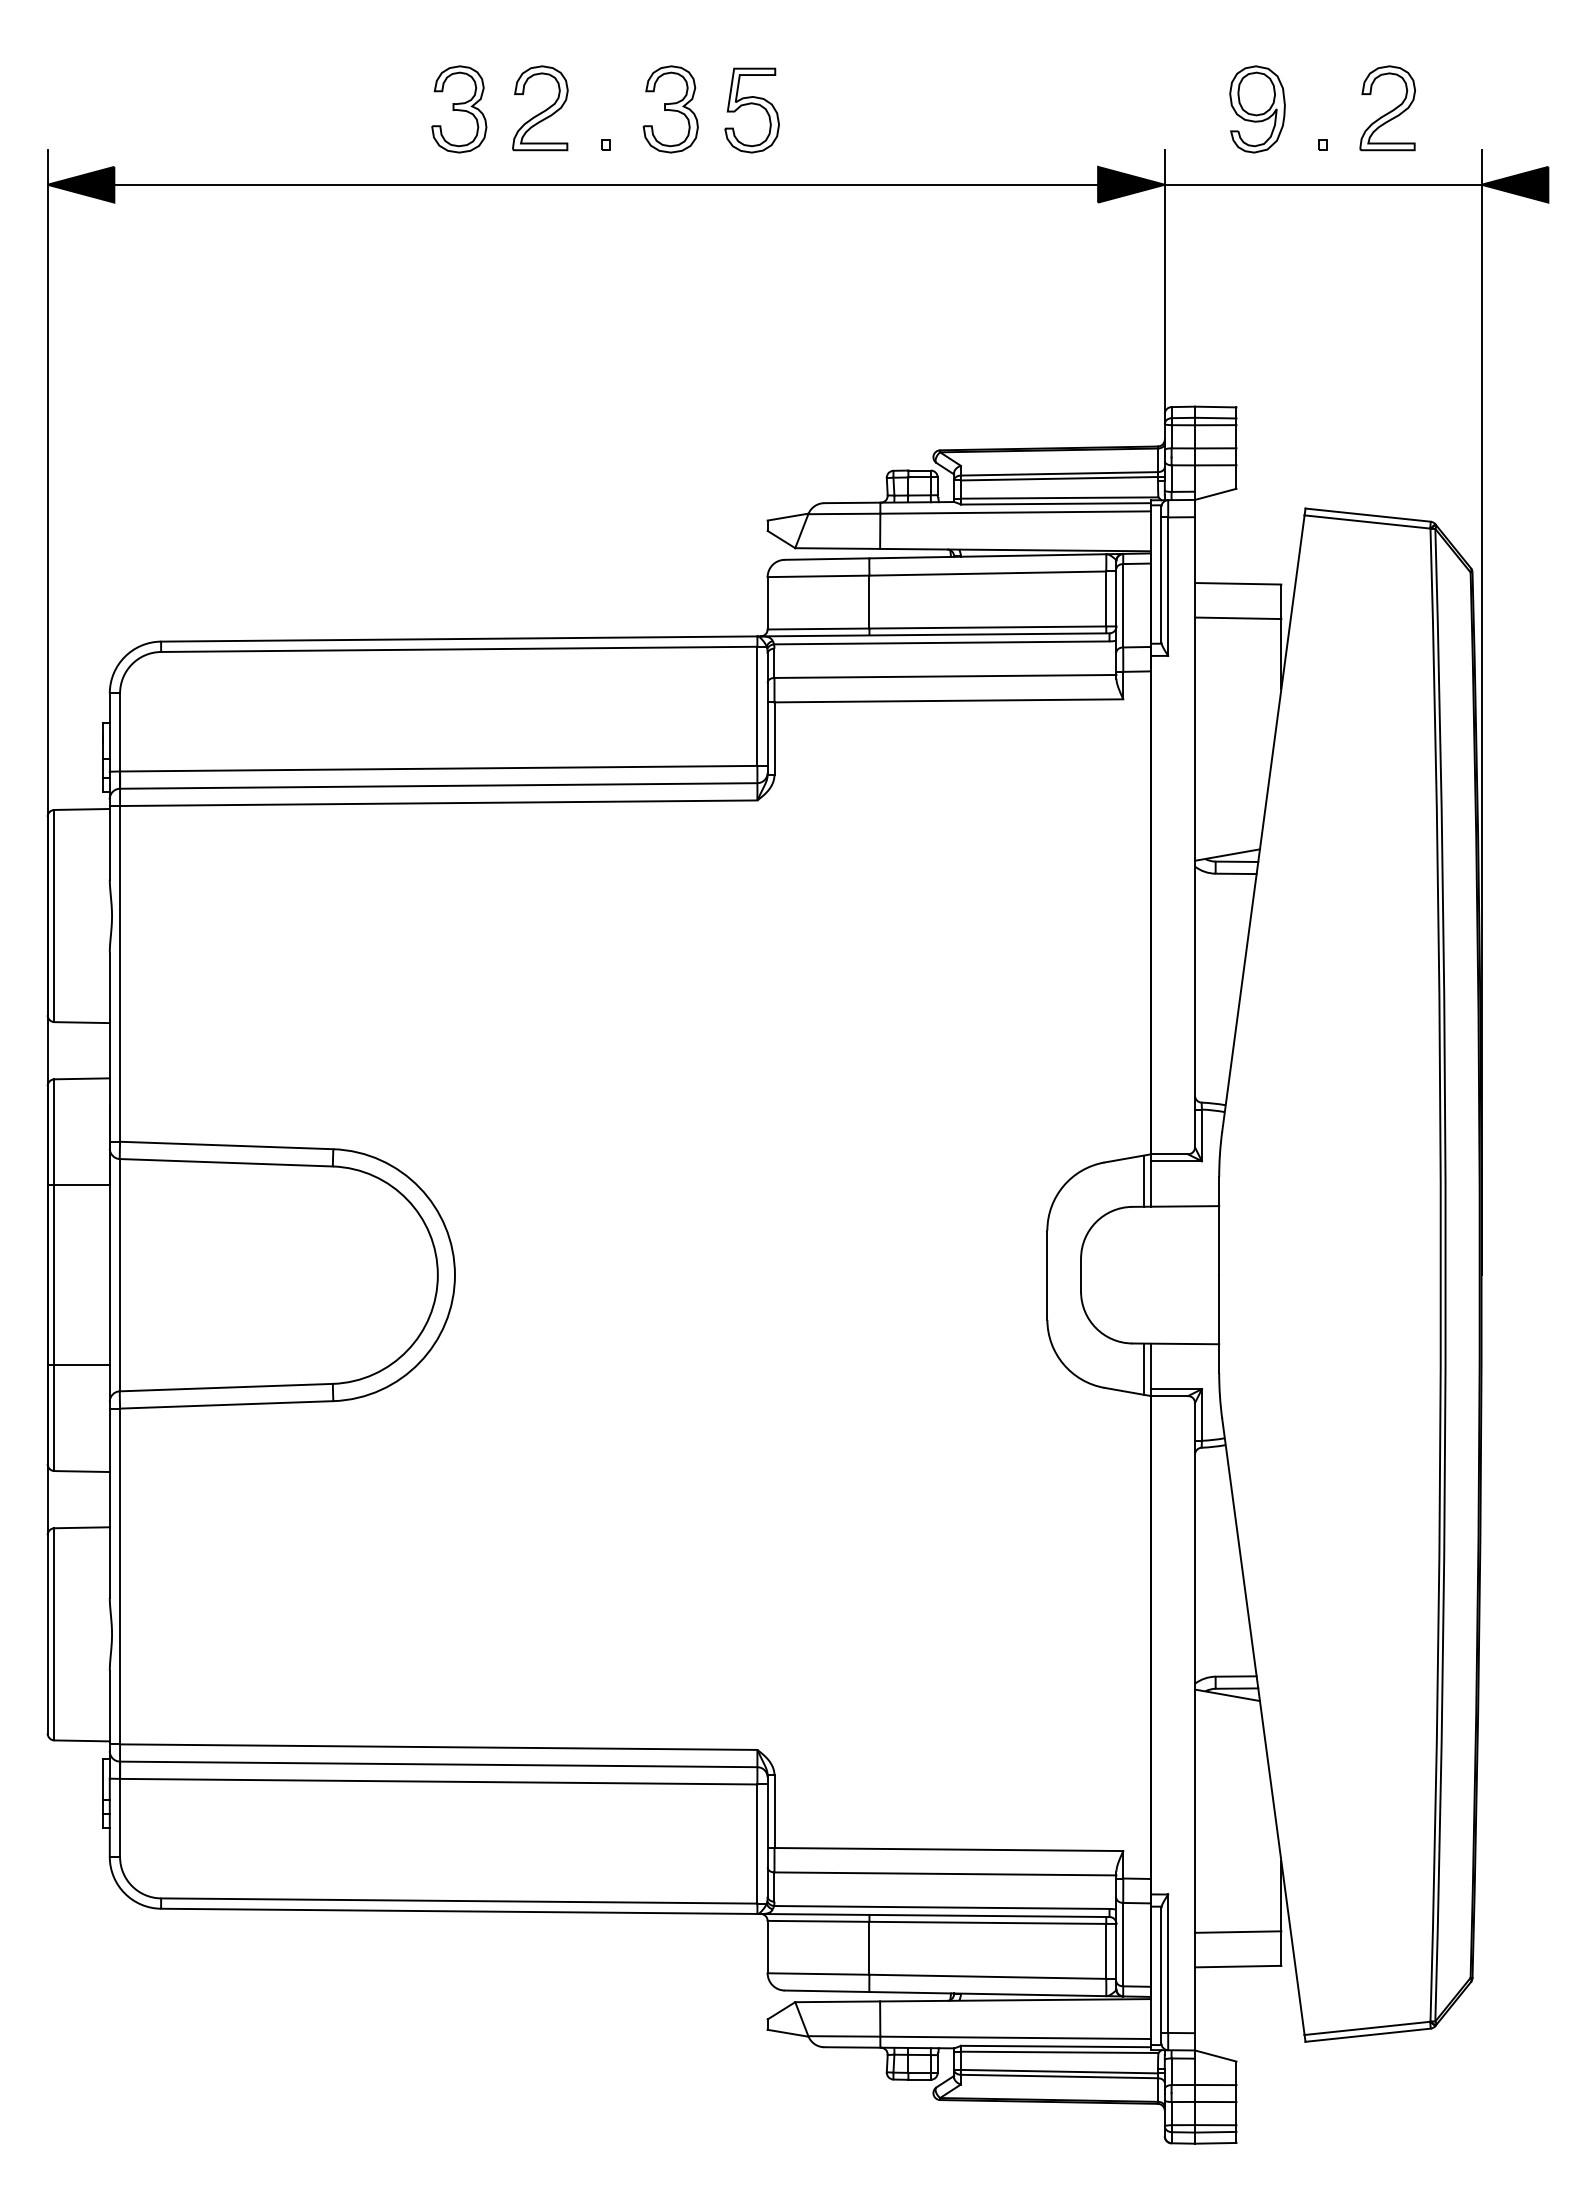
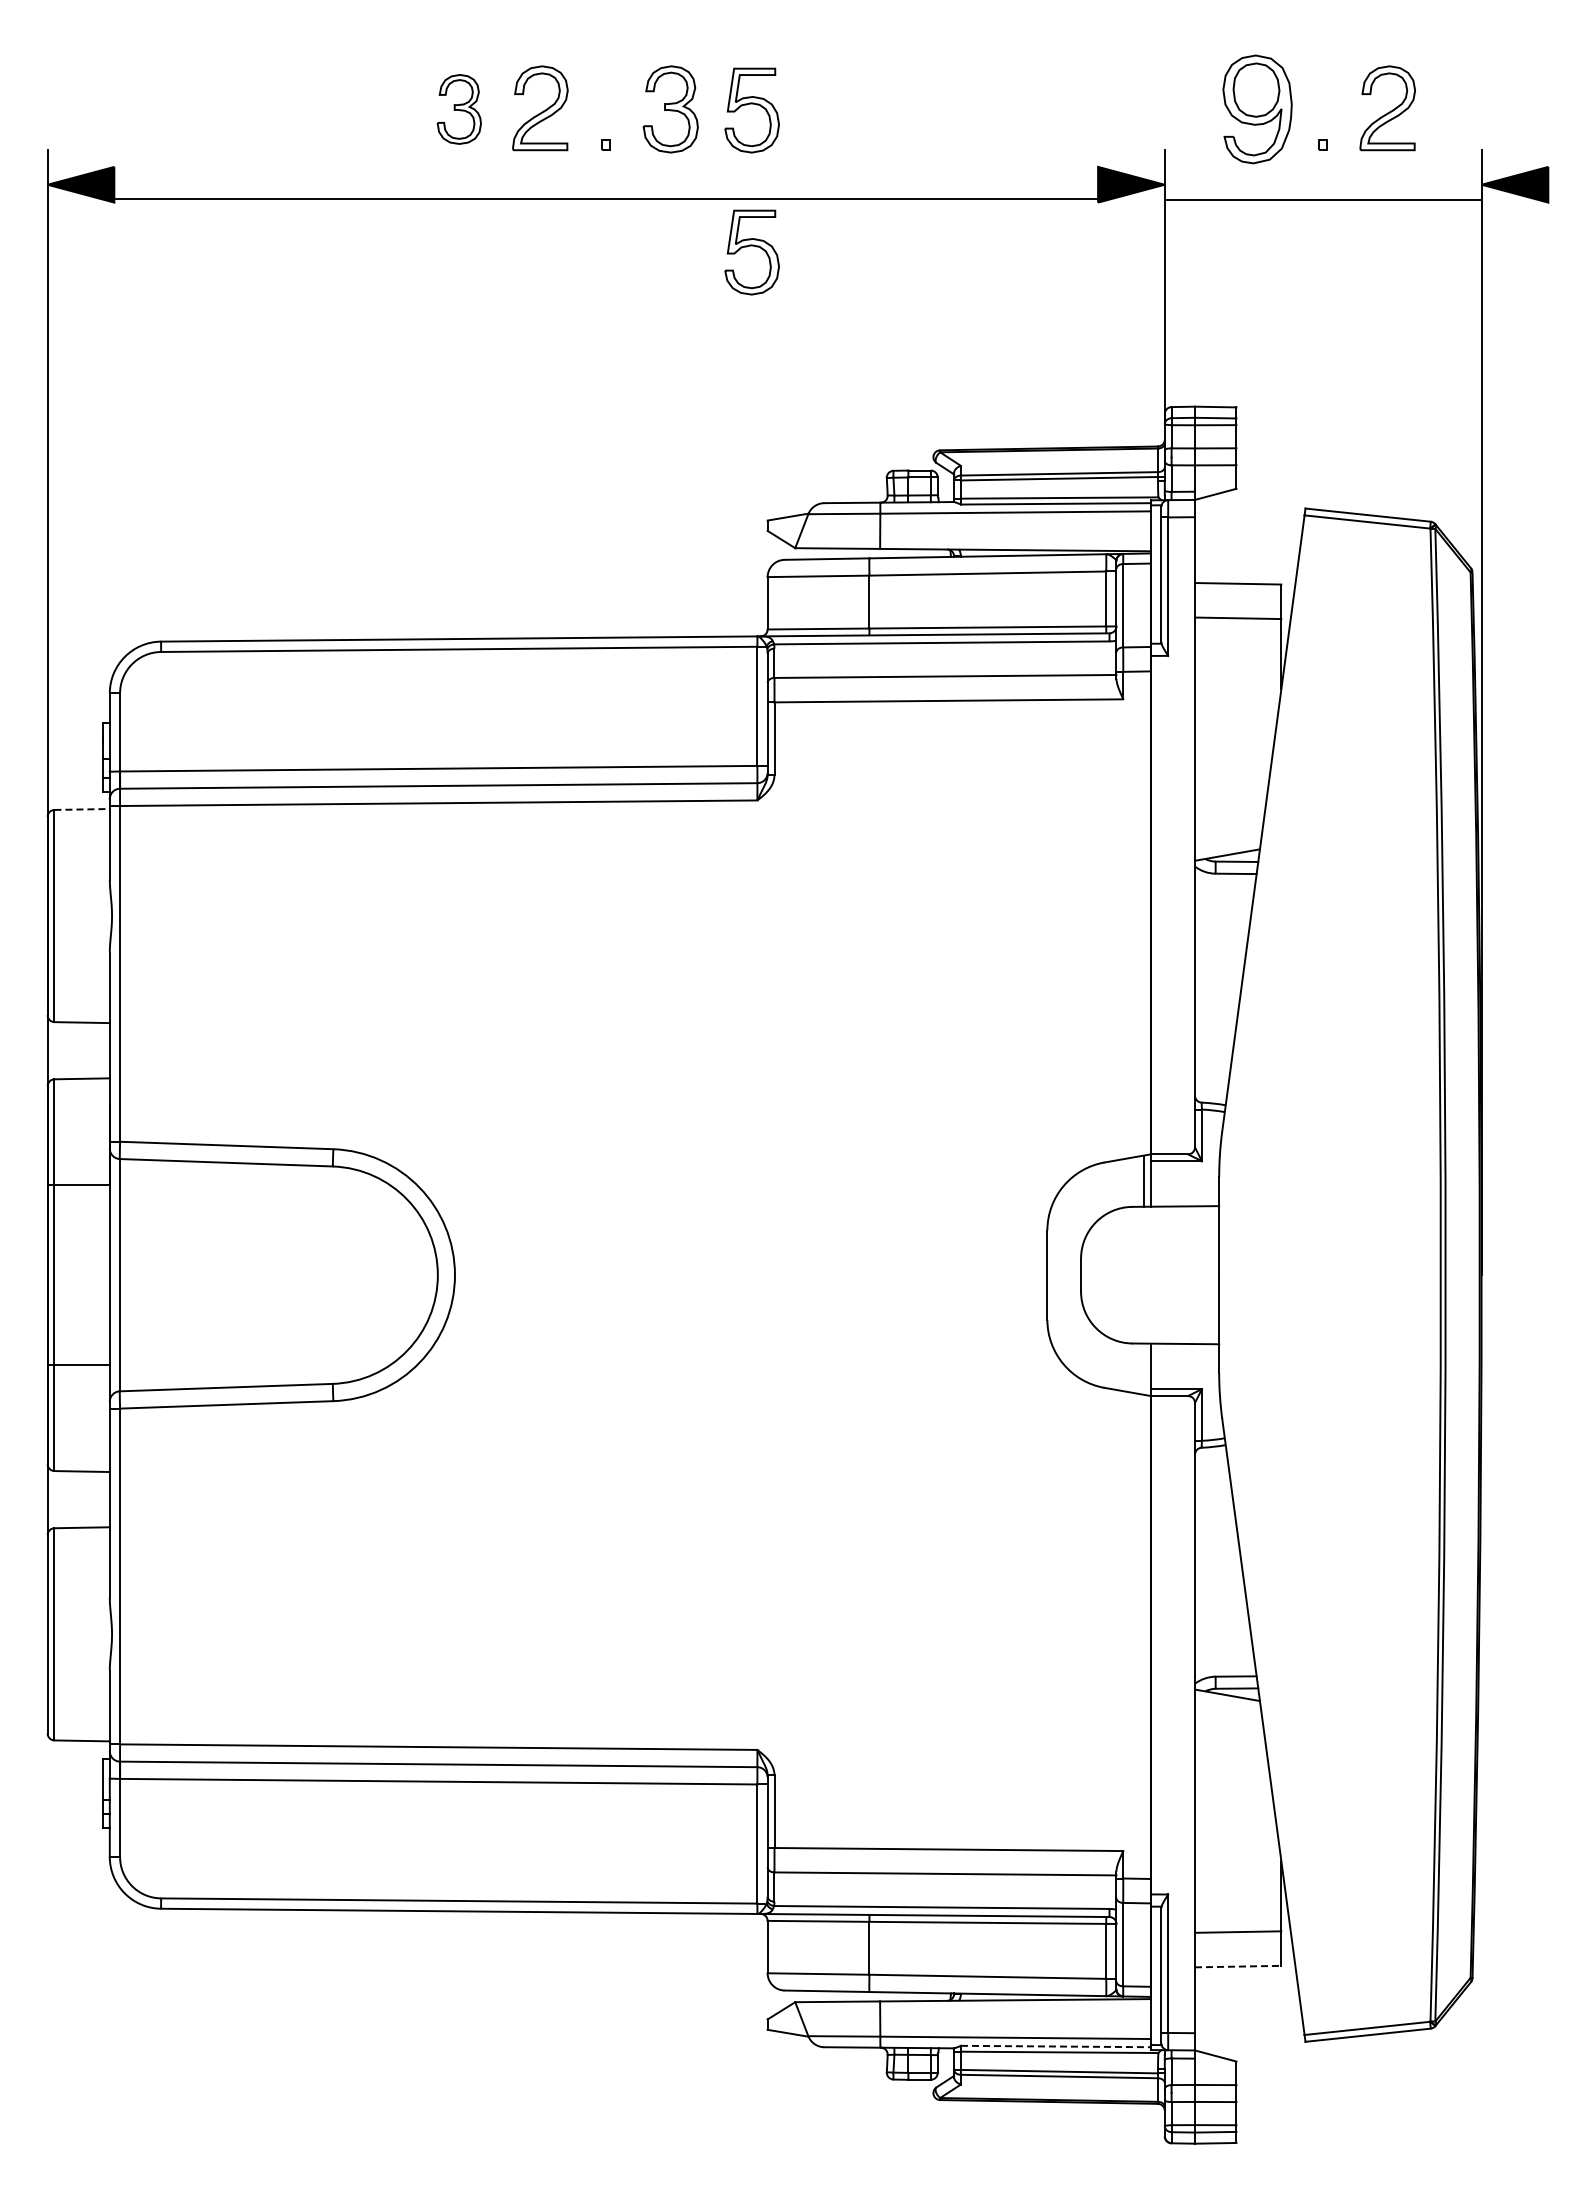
part at (459, 109) size: 57x89 px -> 46x71 px
part at (1257, 109) size: 57x89 px -> 71x111 px
line at (606, 184) position: (606, 184) -> (606, 198)
line at (1322, 184) position: (1322, 184) -> (1322, 199)
part at (751, 252): none -> present
line at (82, 809): solid -> dashed
line at (1144, 1368): present -> none
line at (1238, 1966): solid -> dashed
line at (1056, 2046): solid -> dashed
